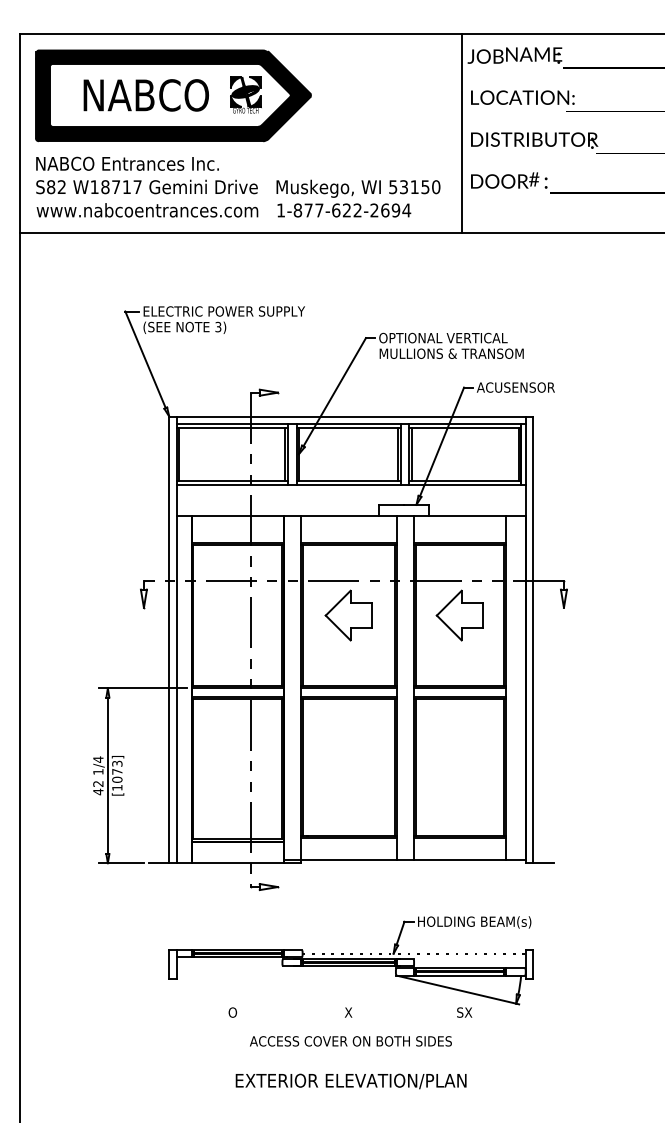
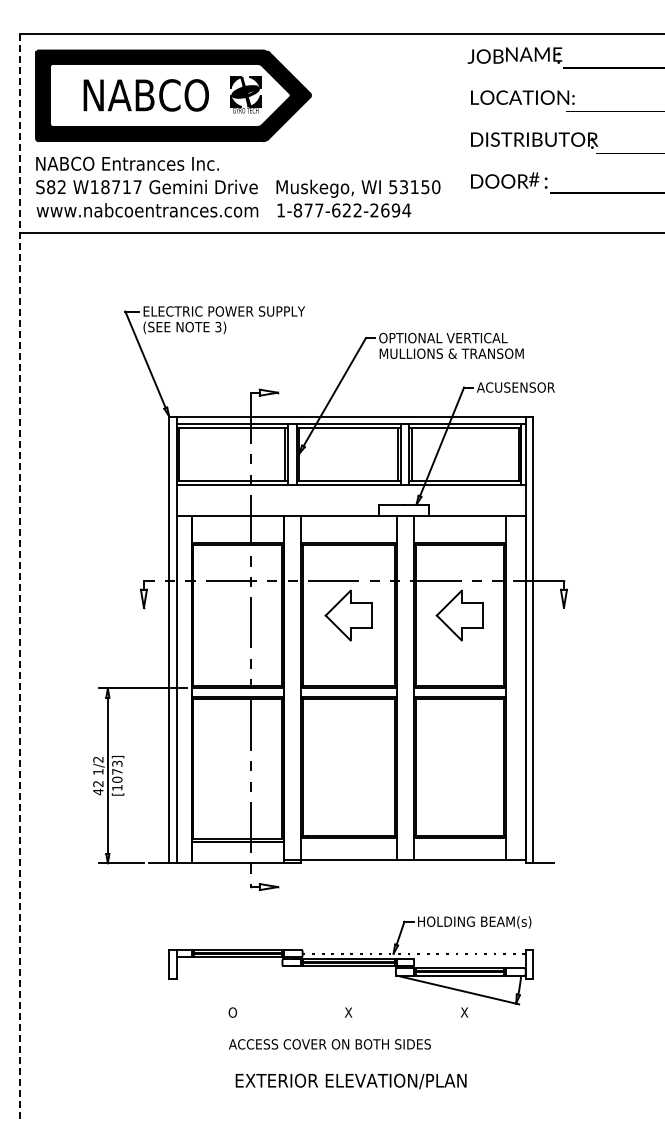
line at (462, 133): present -> none
line at (20, 578): solid -> dashed
text at (98, 759): 1/4 -> 1/2
text at (464, 1012): SX -> X
text at (350, 1041) position: (350, 1041) -> (329, 1044)
